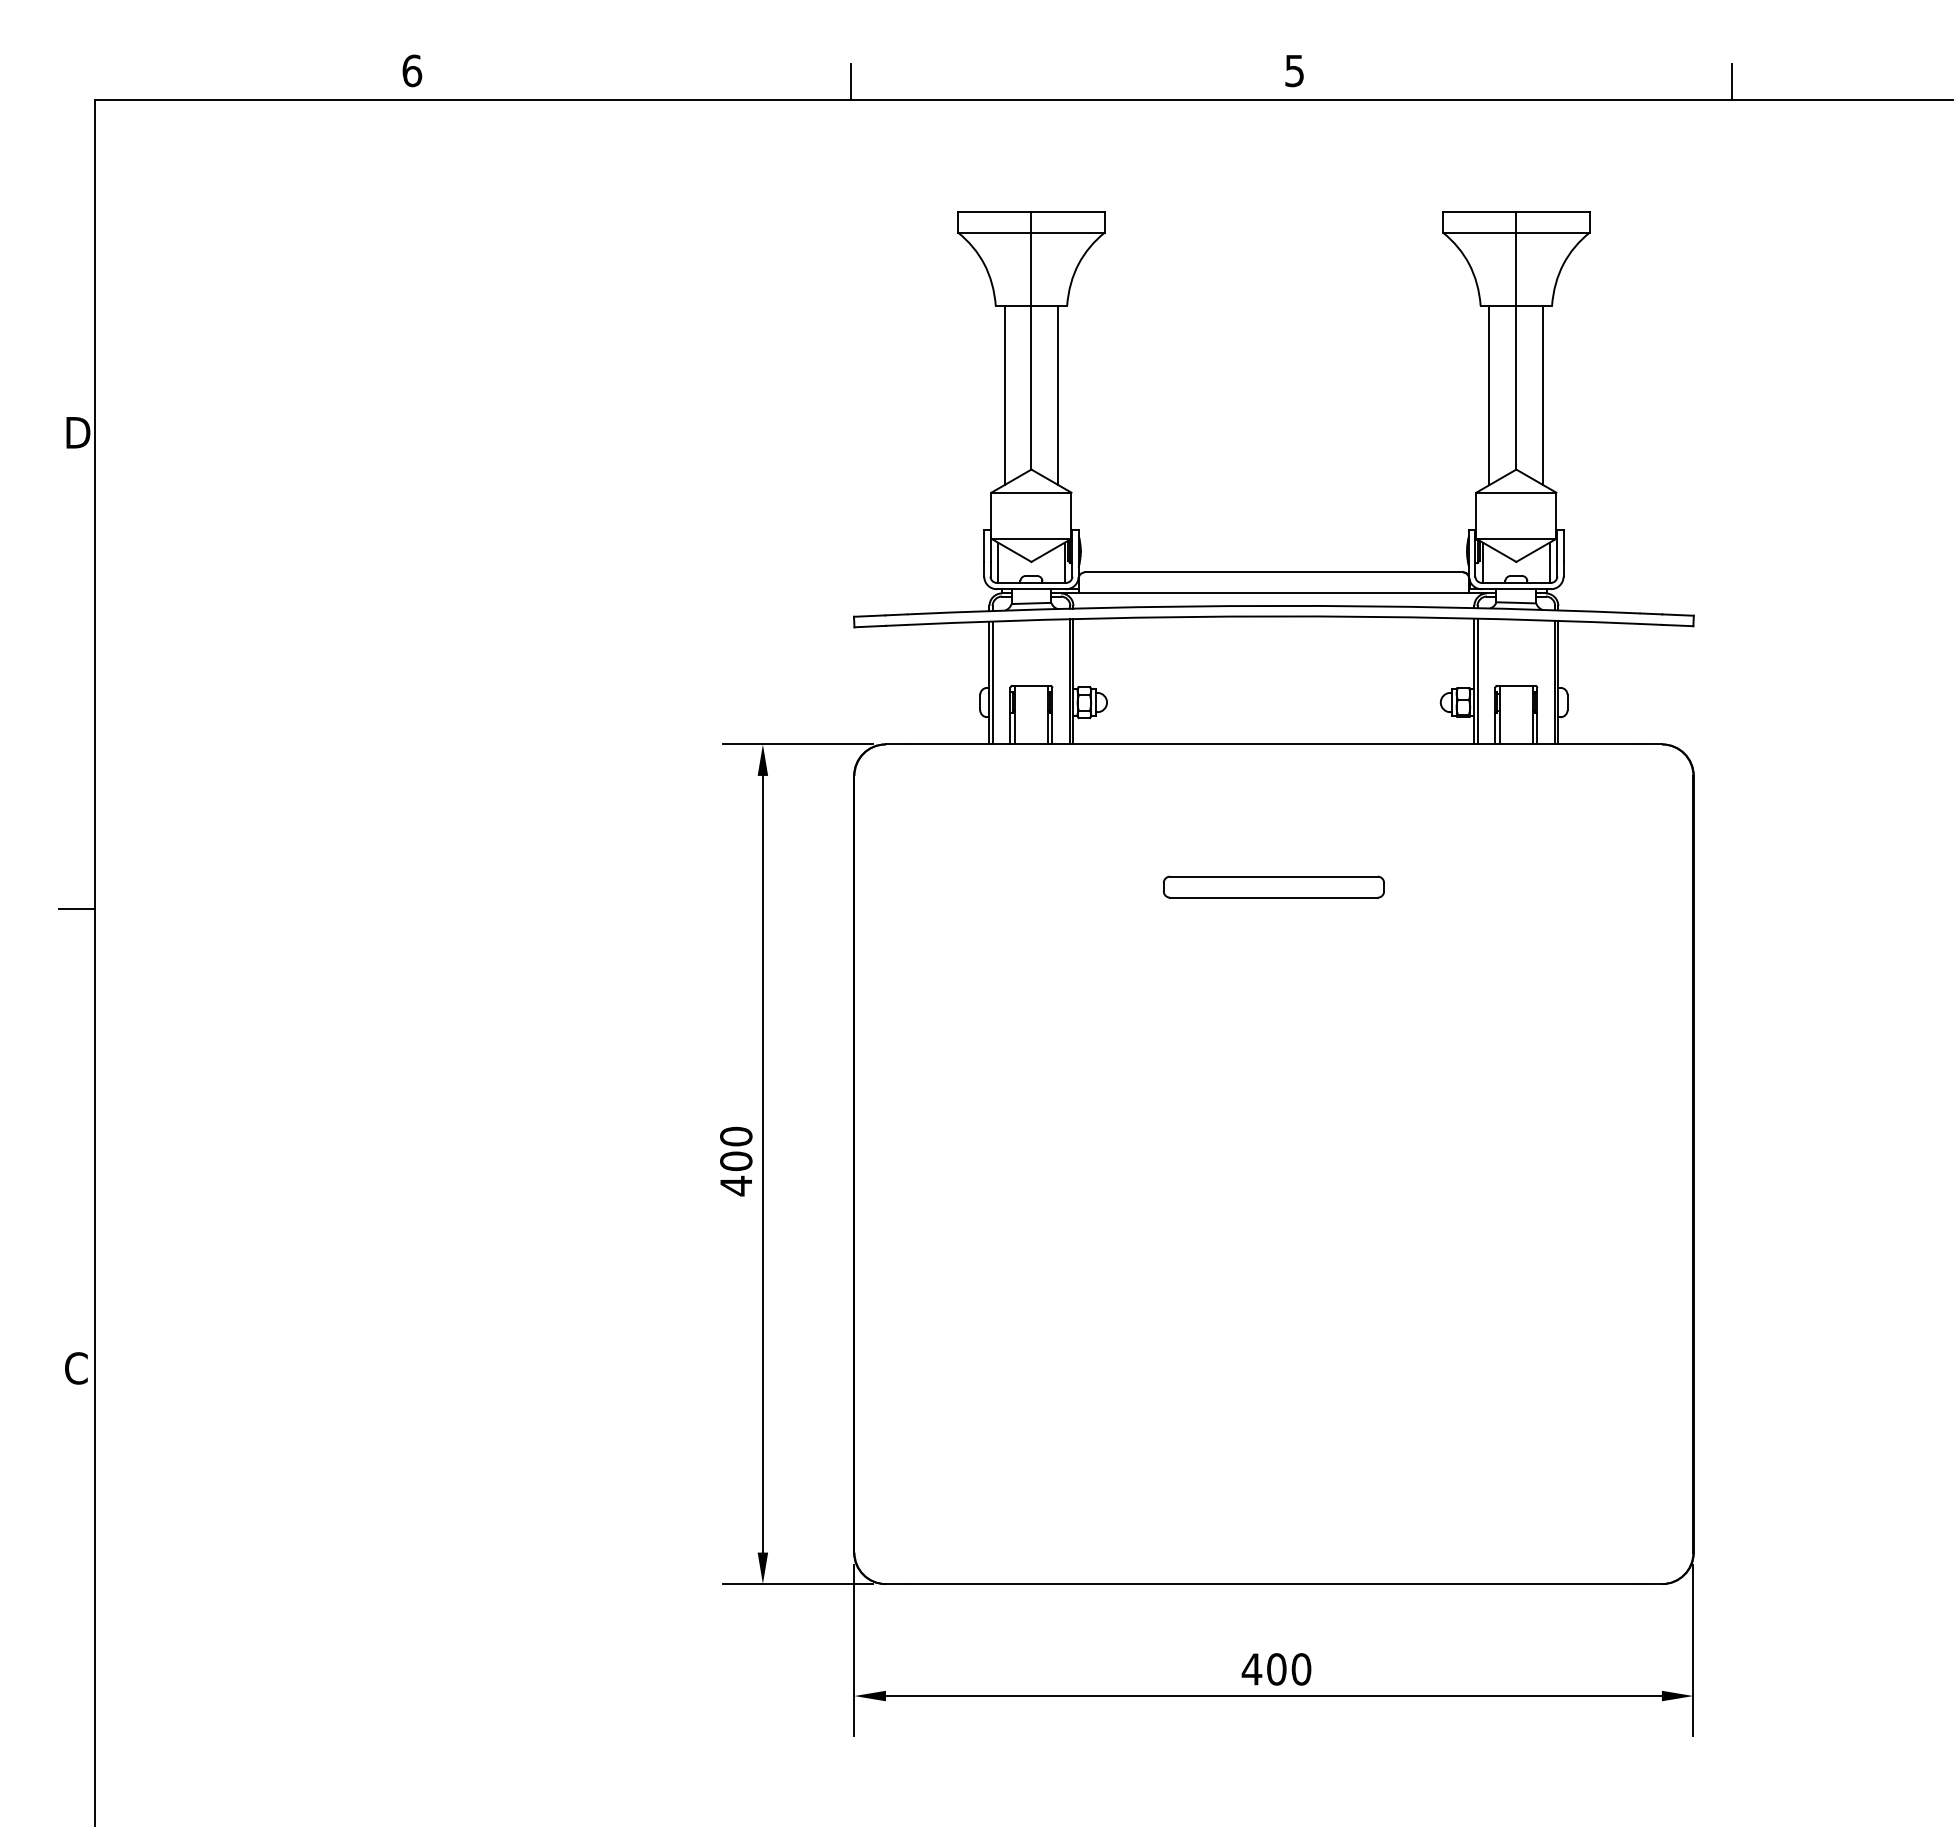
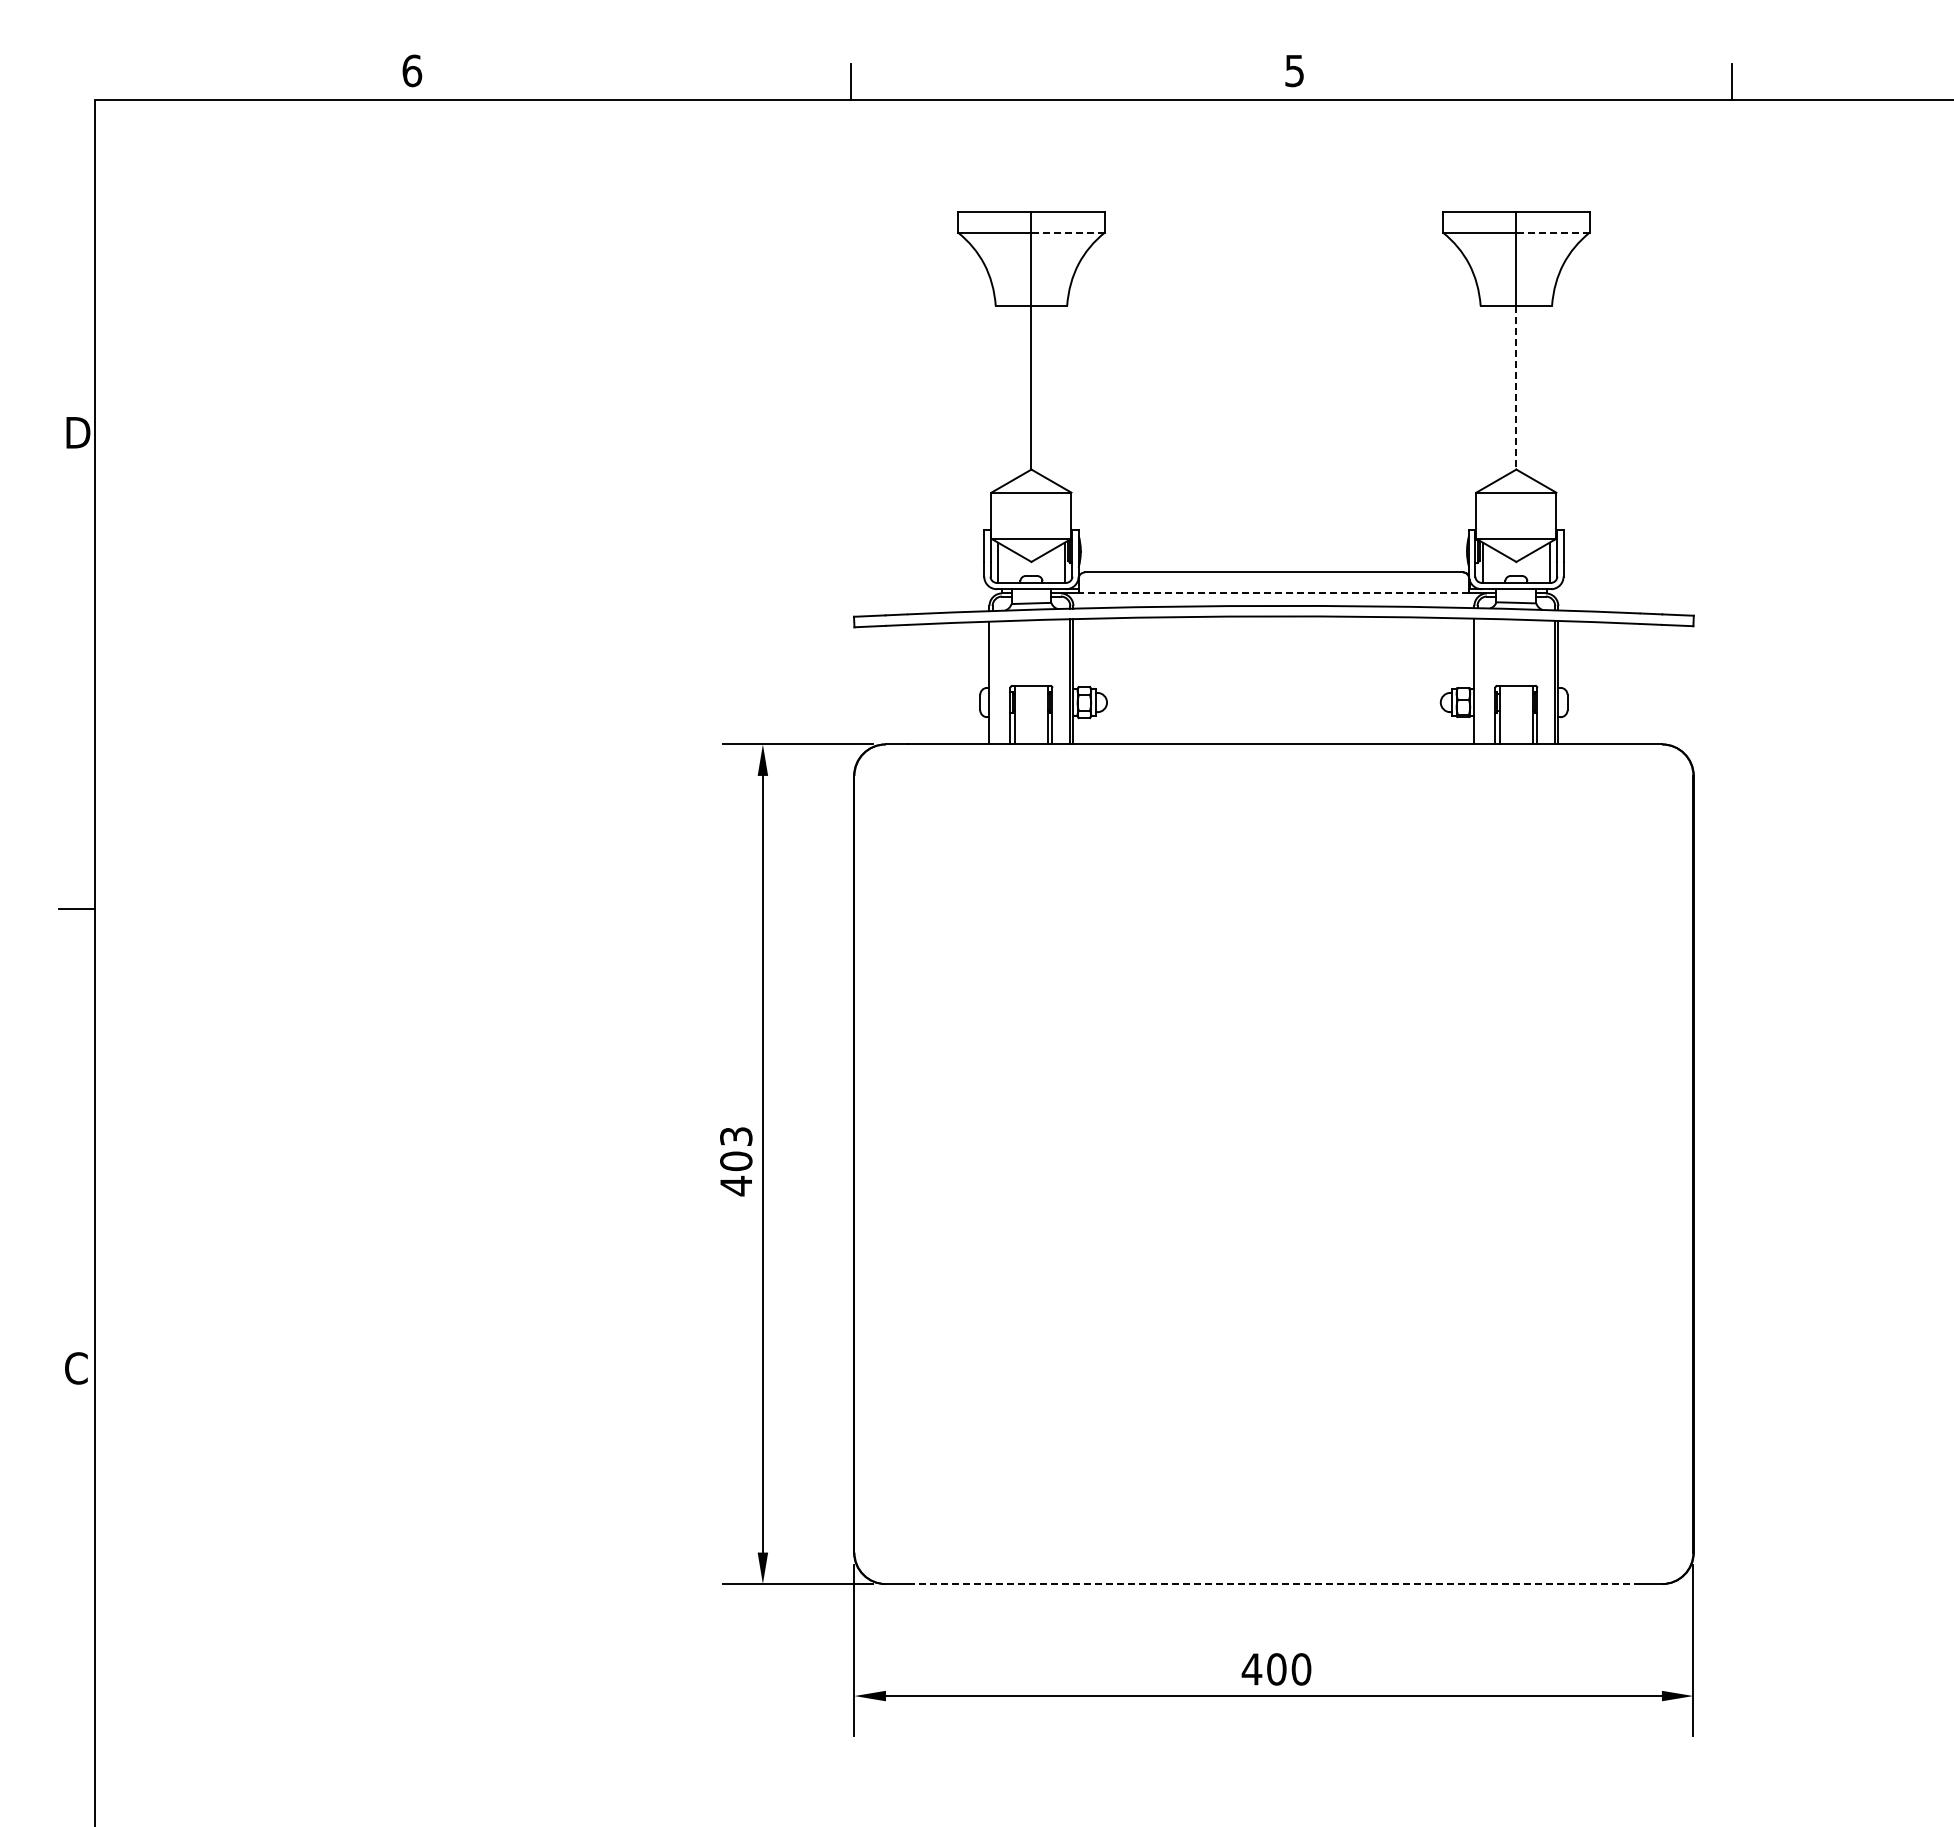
line at (1068, 232): solid -> dashed
line at (1553, 232): solid -> dashed
line at (1516, 387): solid -> dashed
line at (1004, 395): present -> none
line at (1058, 395): present -> none
line at (1489, 395): present -> none
line at (1543, 395): present -> none
line at (1273, 593): solid -> dashed
line at (1477, 681): present -> none
line at (992, 682): present -> none
part at (1273, 886): present -> none
text at (736, 1136): 400 -> 403
line at (1274, 1584): solid -> dashed
